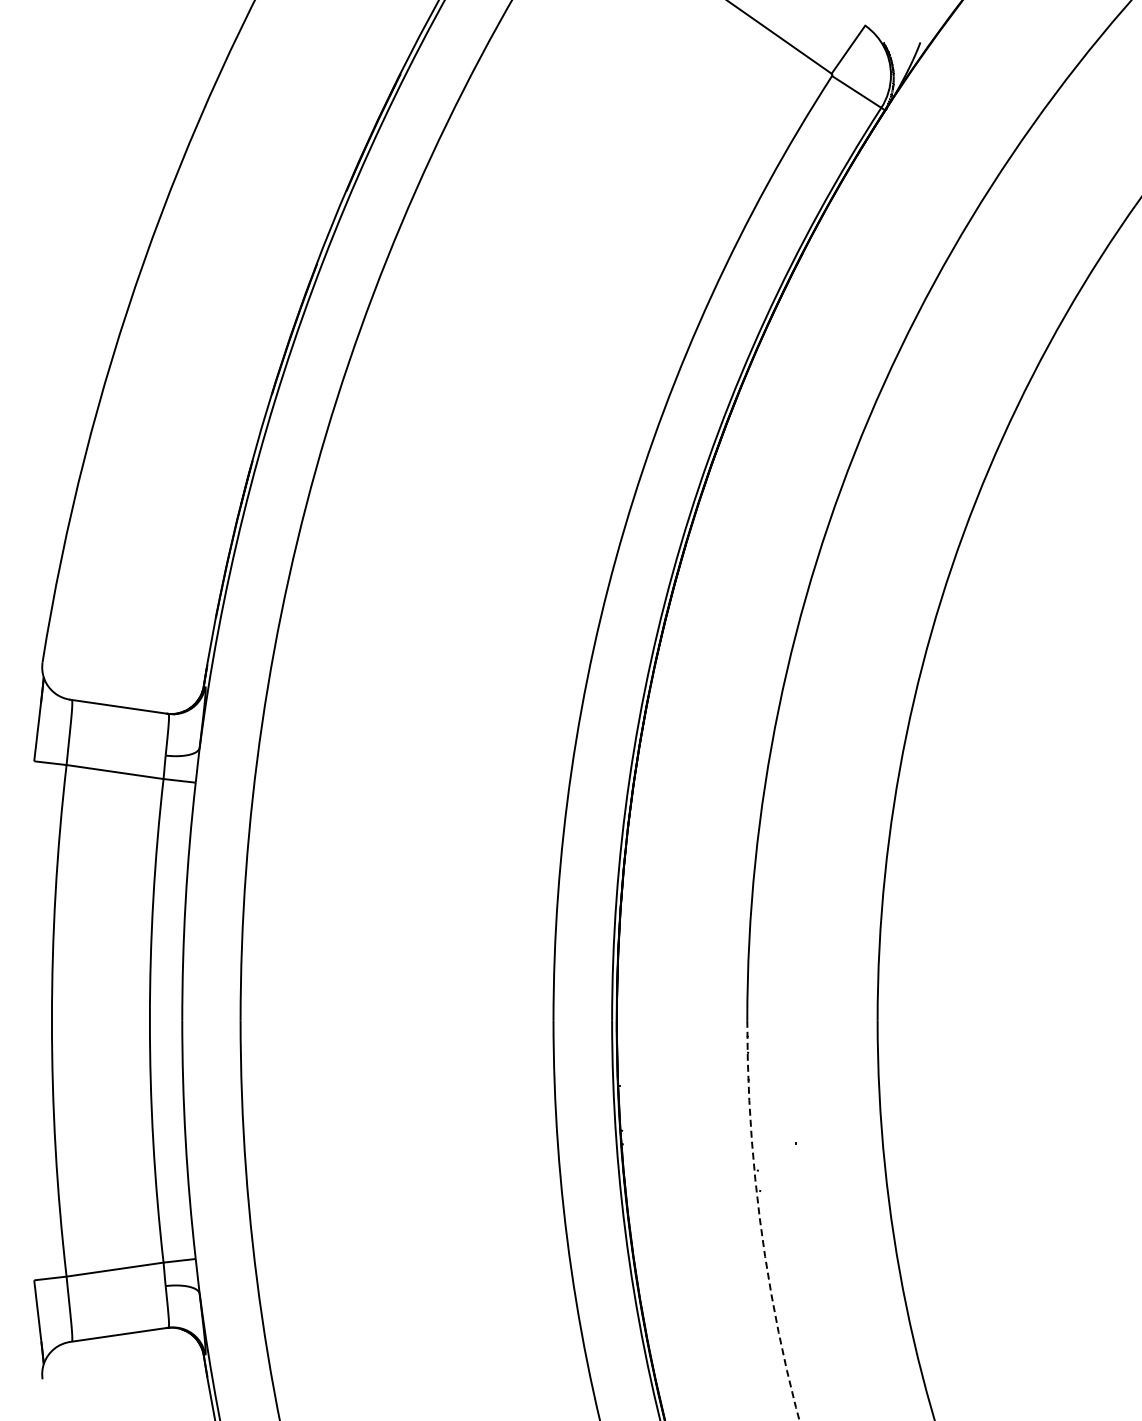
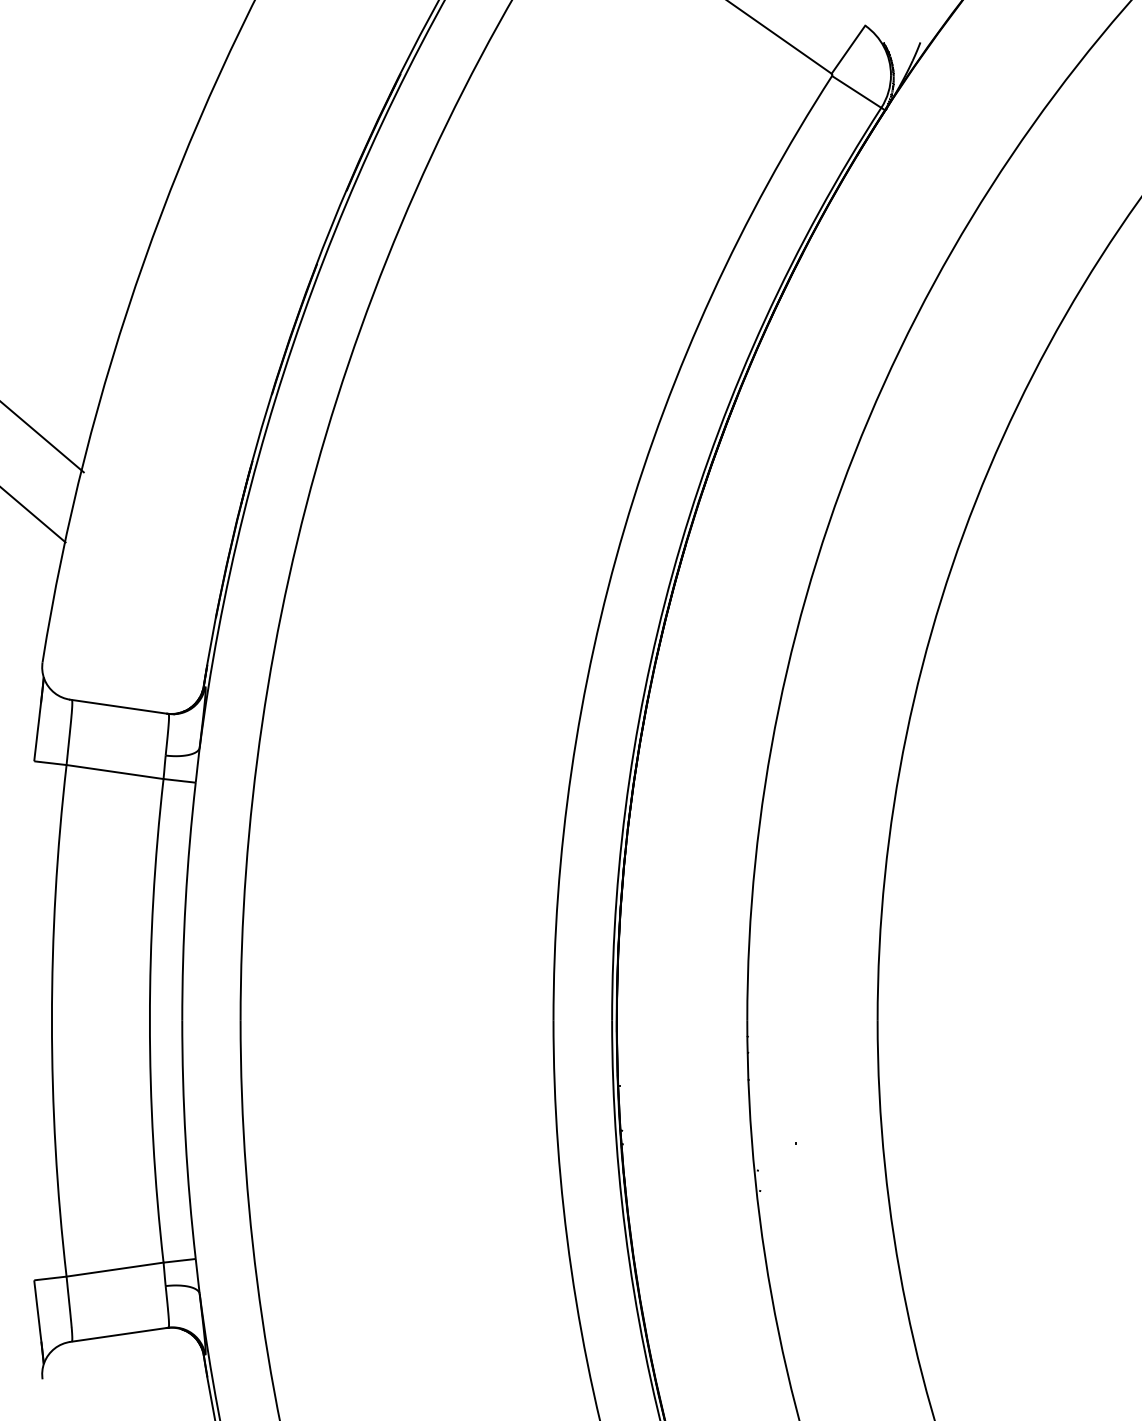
line at (42, 437): none -> present
line at (33, 515): none -> present
arc at (760, 1222): dashed -> solid
